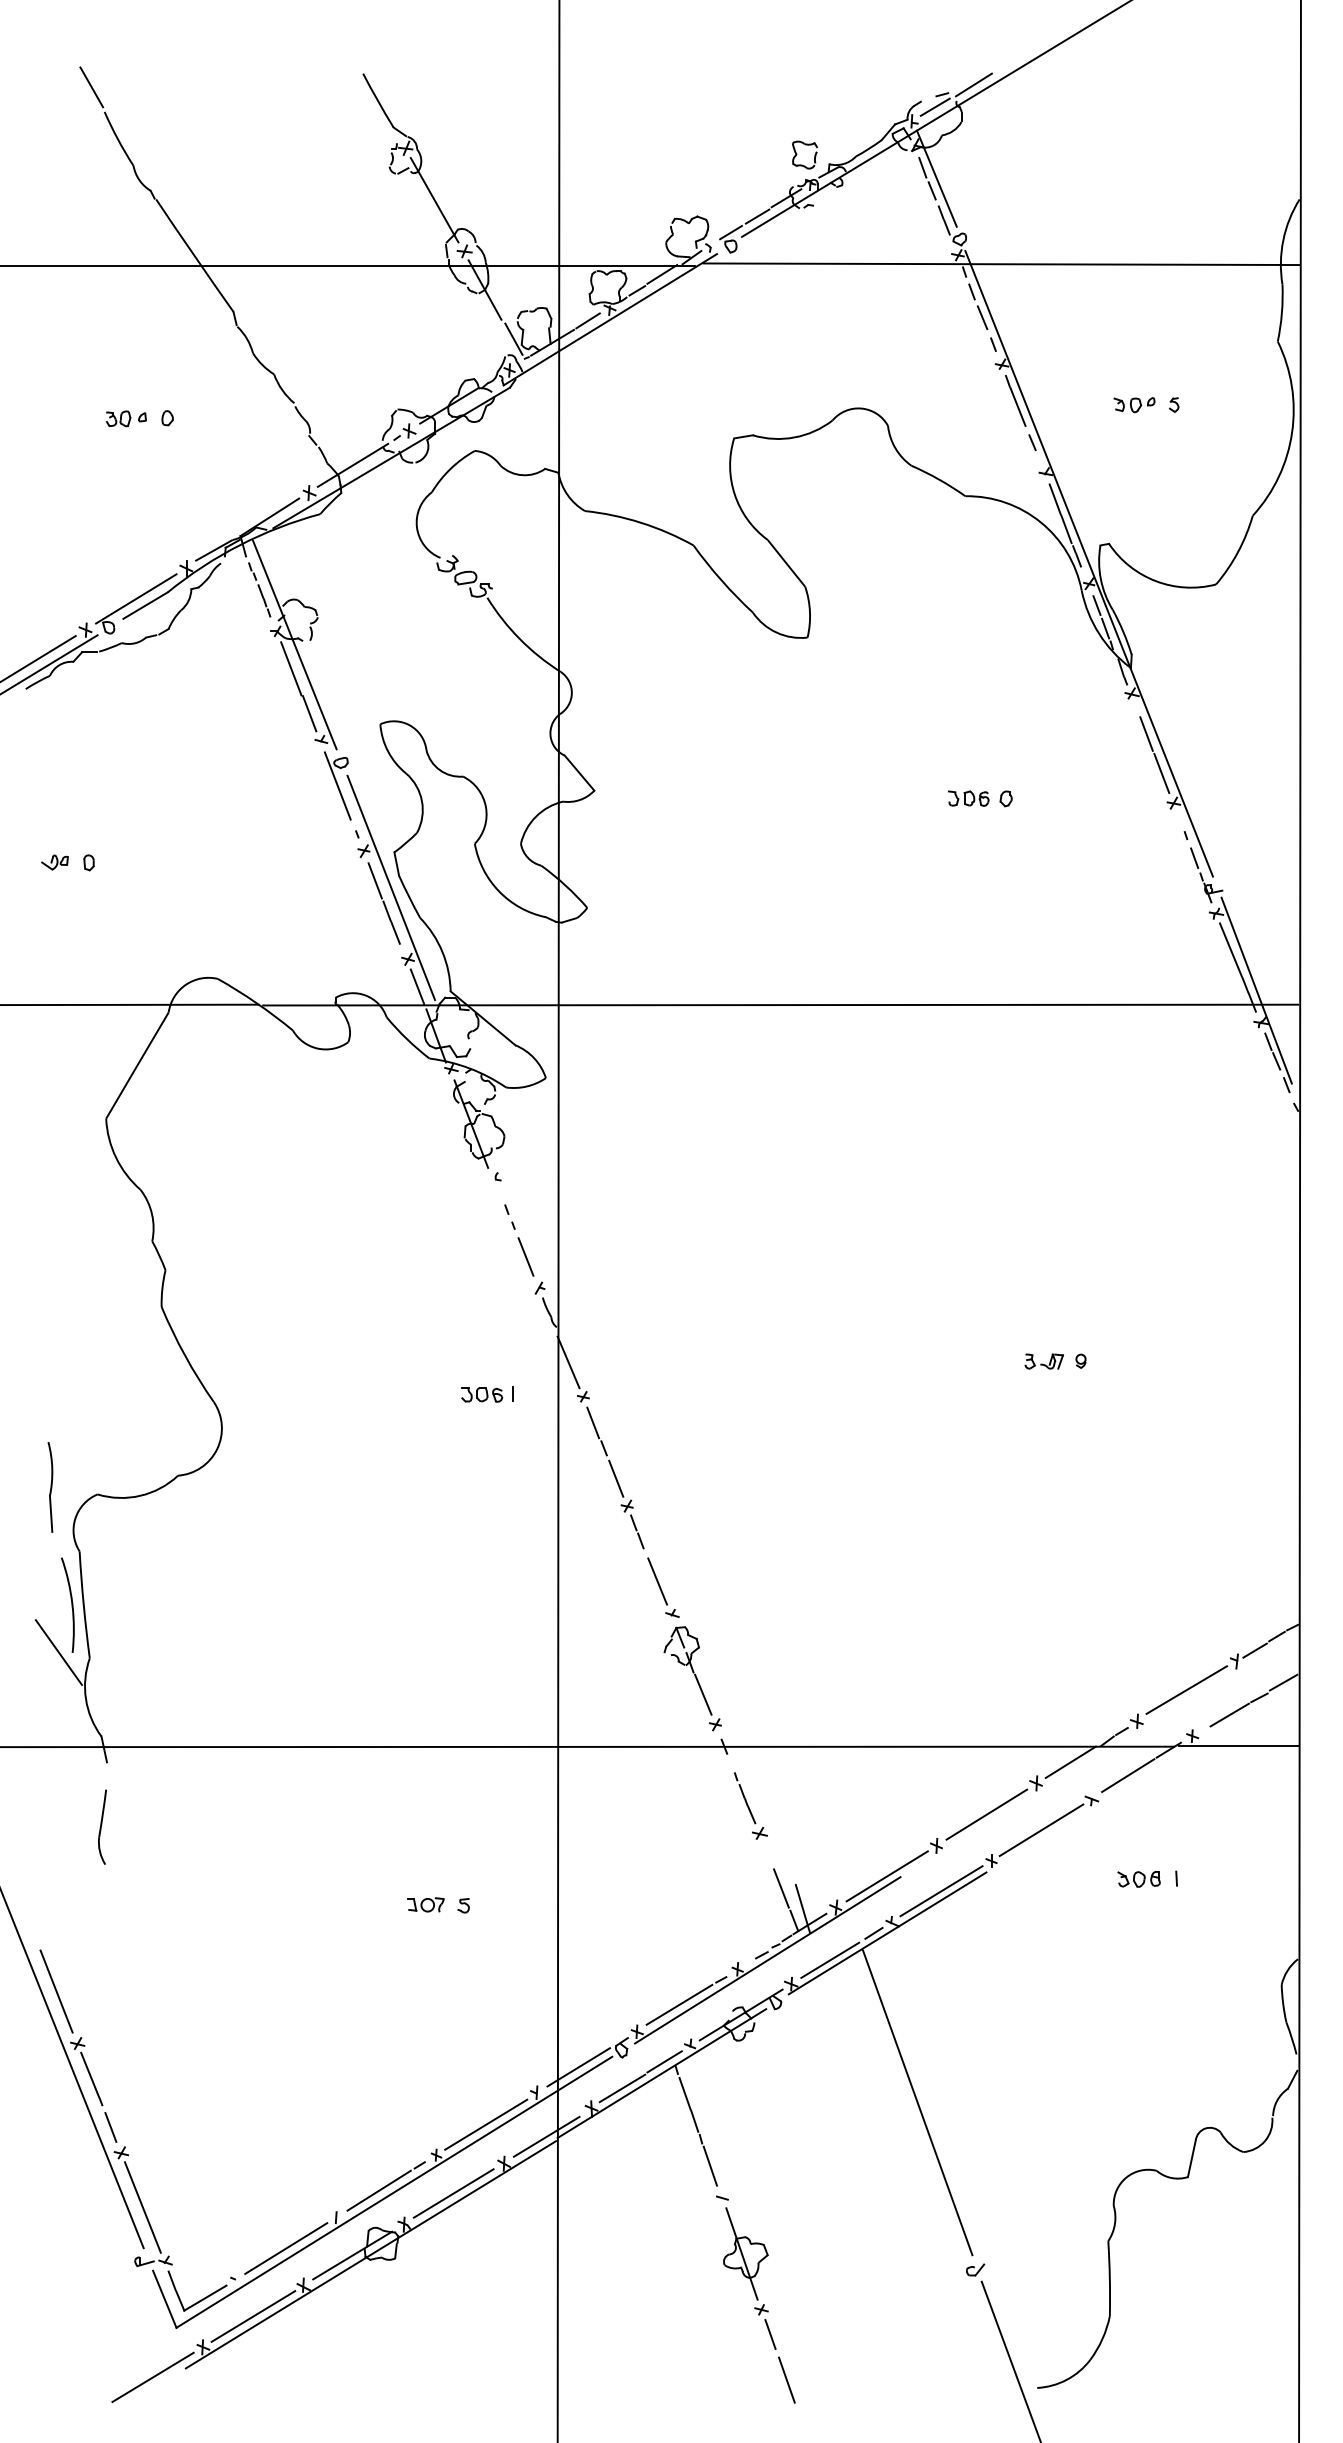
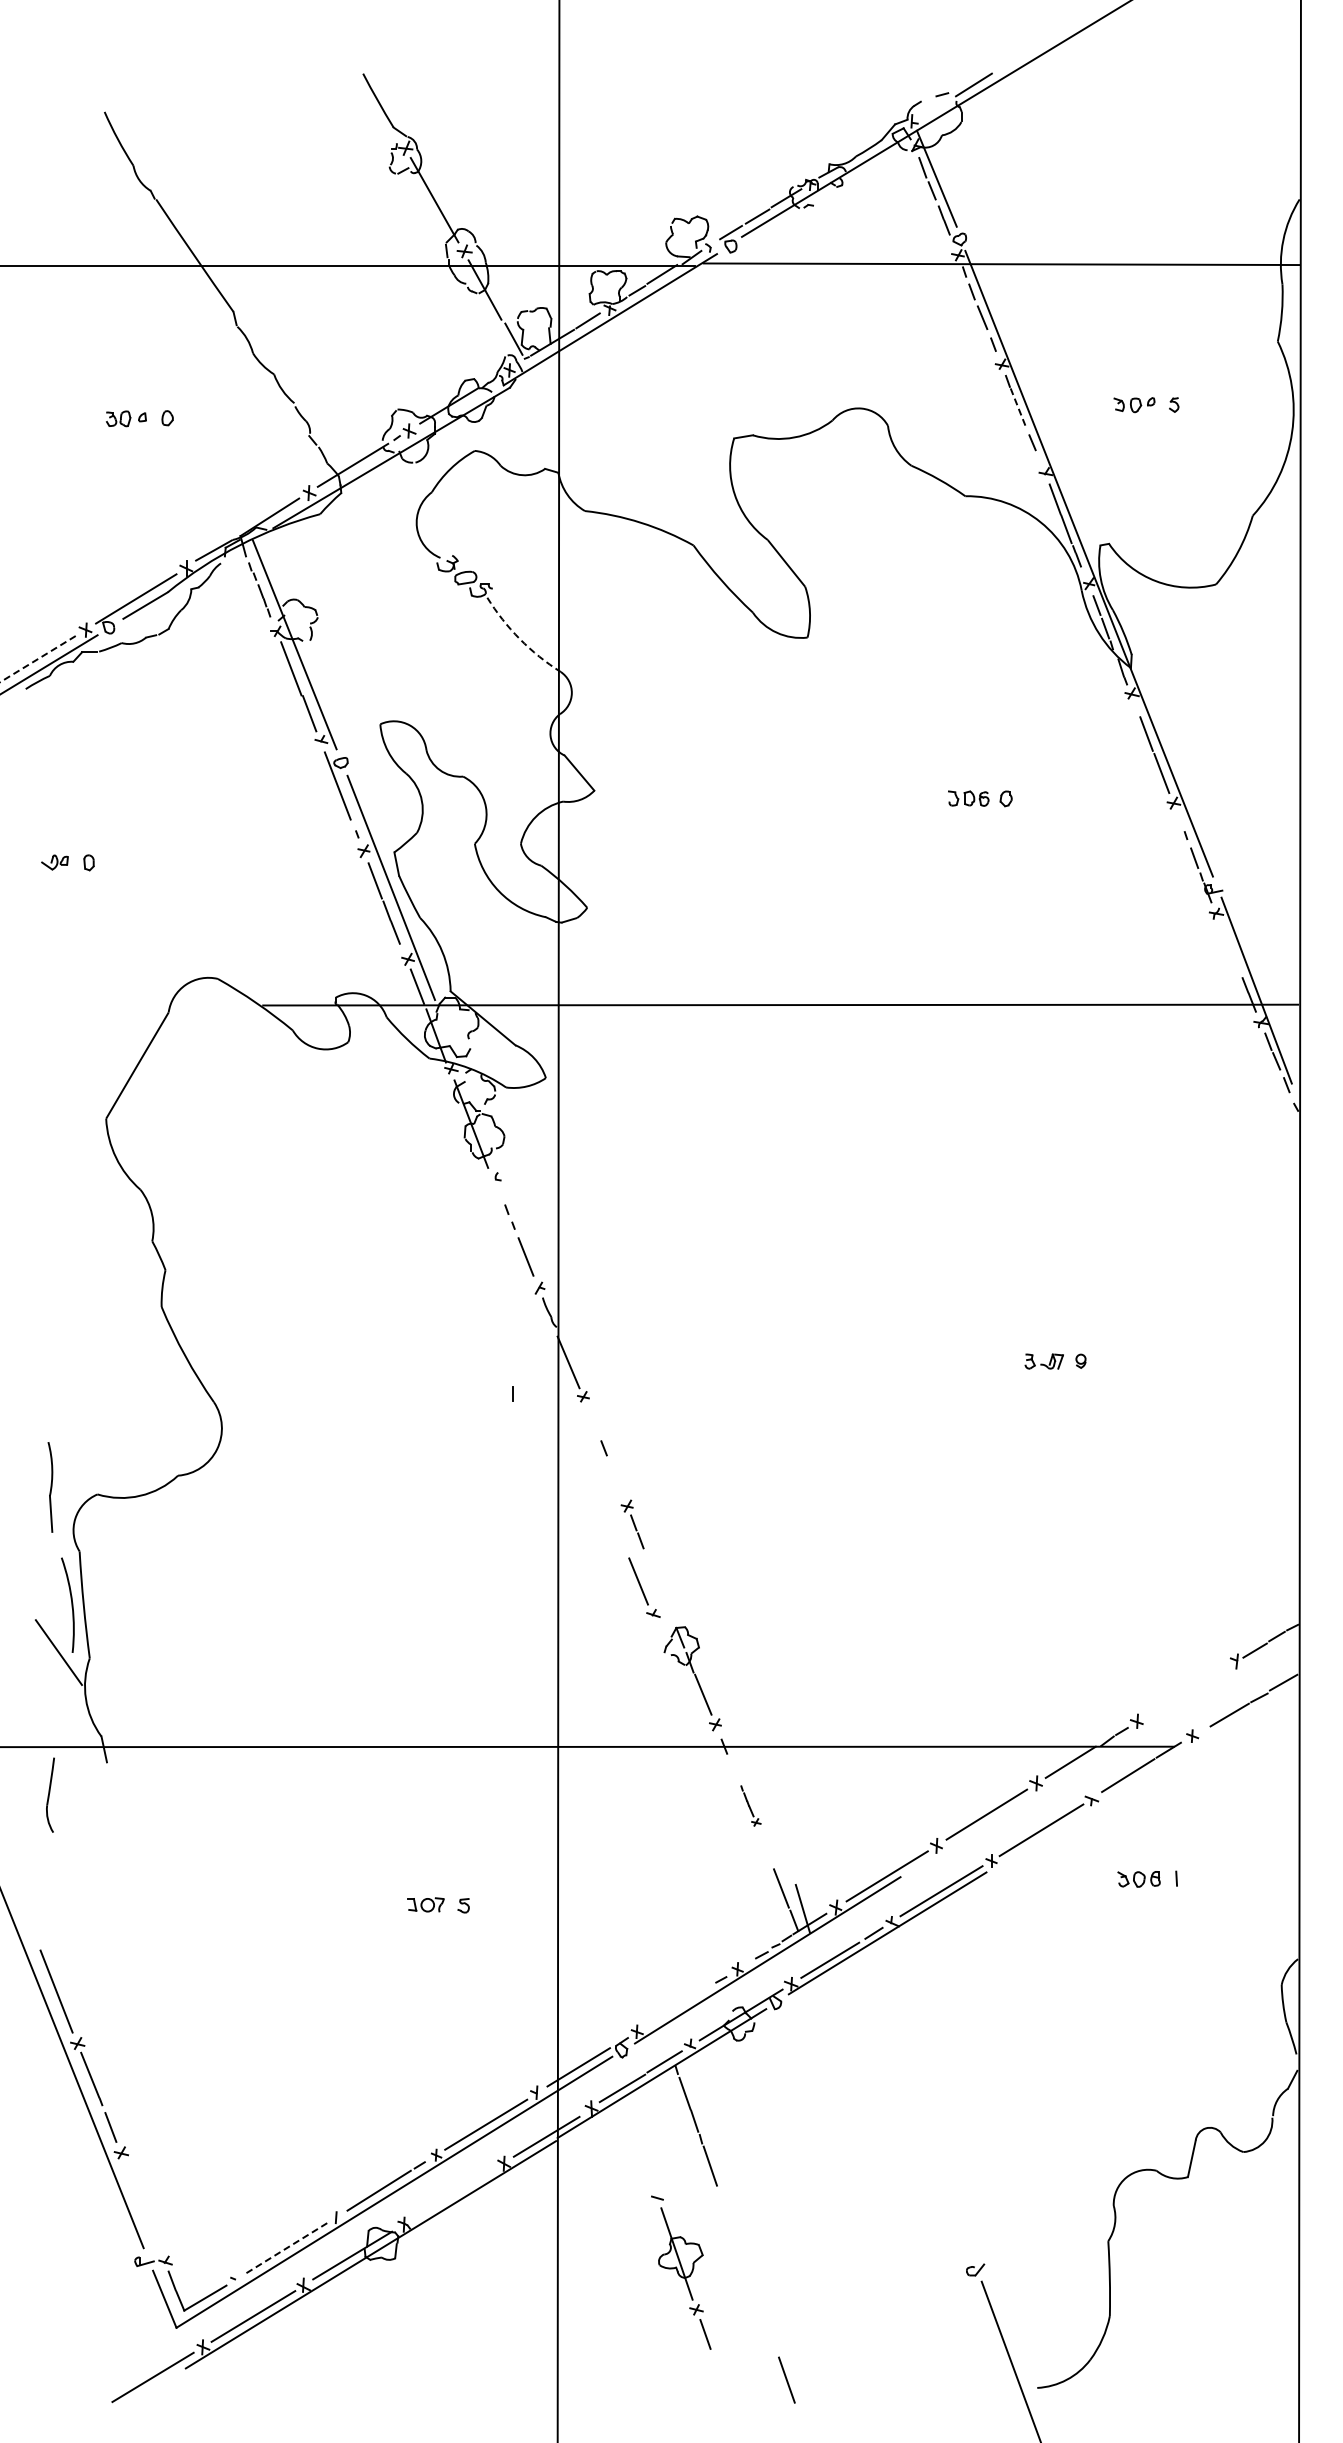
line at (91, 87): present -> none
line at (934, 106): present -> none
part at (797, 154): present -> none
line at (1018, 407): solid -> dashed
arc at (519, 639): solid -> dashed
line at (37, 659): solid -> dashed
line at (1230, 949): present -> none
line at (130, 1004): present -> none
part at (482, 1394): present -> none
line at (593, 1422): present -> none
line at (616, 1478): present -> none
part at (663, 1587) position: (663, 1587) -> (644, 1587)
line at (1186, 1689): present -> none
line at (1238, 1745): present -> none
part at (750, 1805) size: 34x68 px -> 22x42 px
part at (102, 1826) position: (102, 1826) -> (50, 1794)
line at (679, 2004): present -> none
line at (917, 2102): present -> none
line at (453, 2193): present -> none
line at (142, 2207): present -> none
line at (285, 2248): solid -> dashed
part at (746, 2272) position: (746, 2272) -> (681, 2272)
